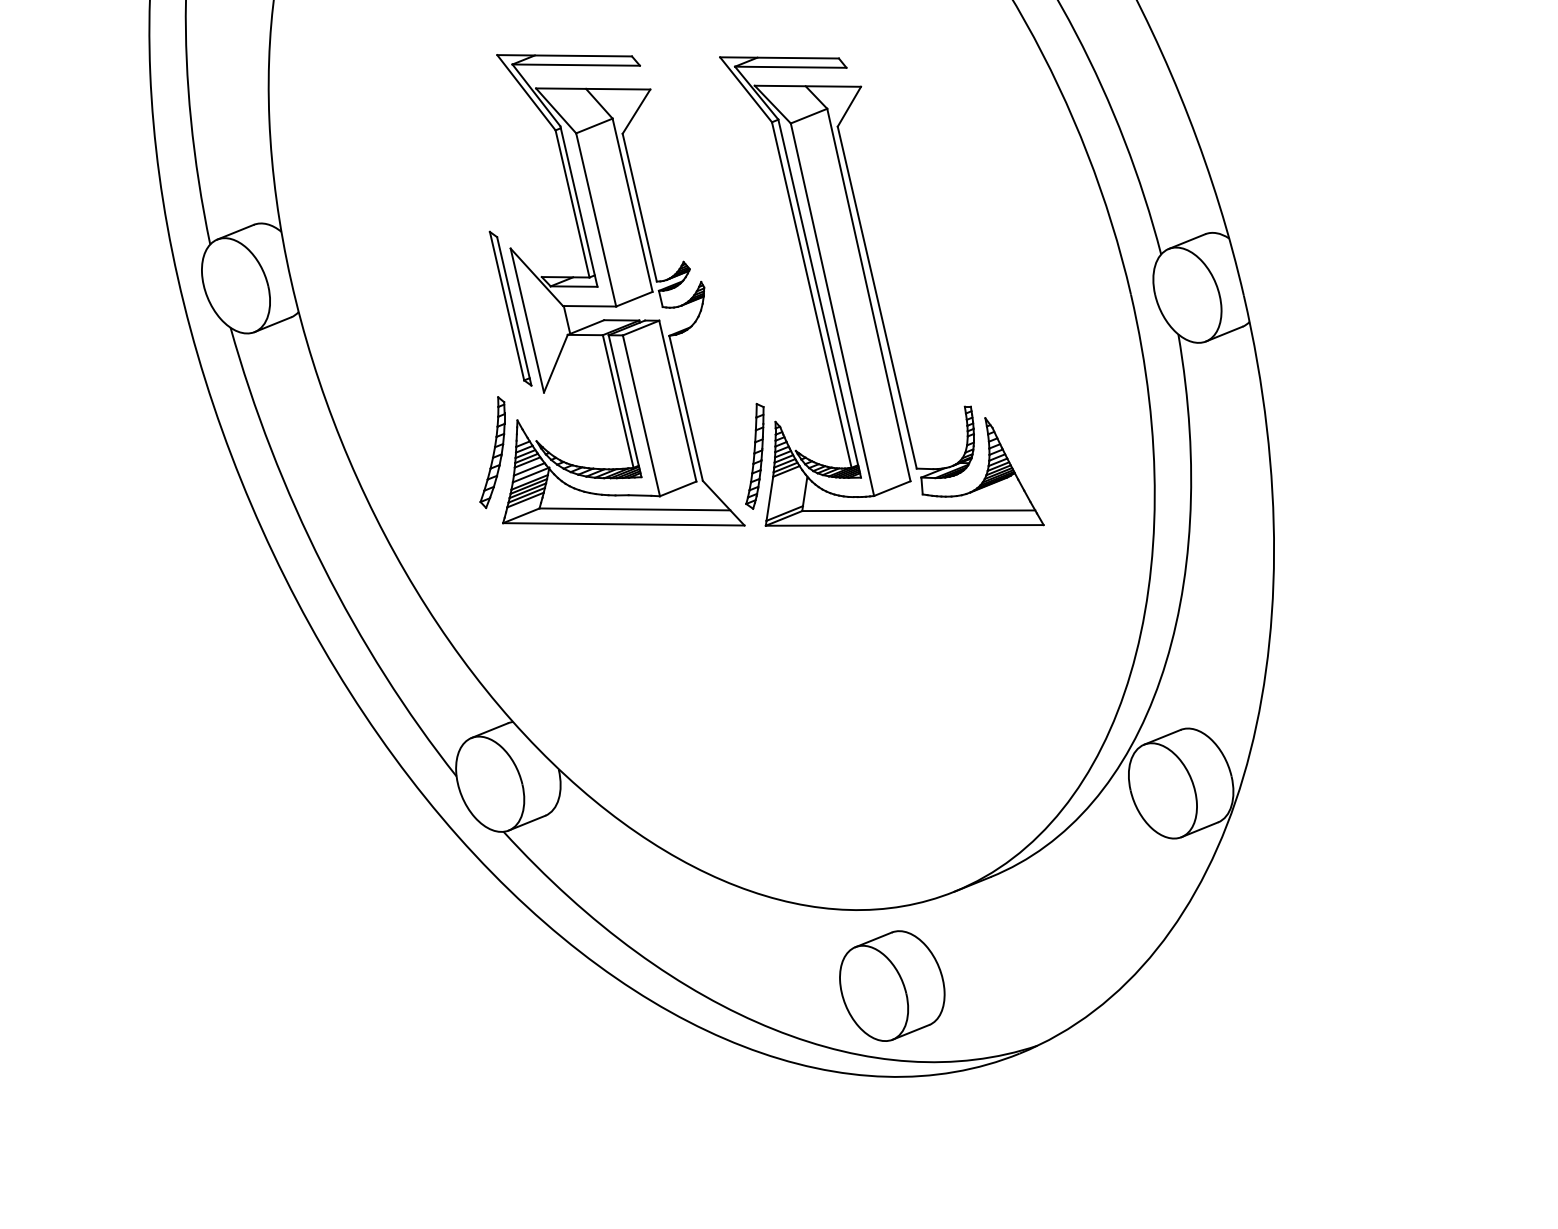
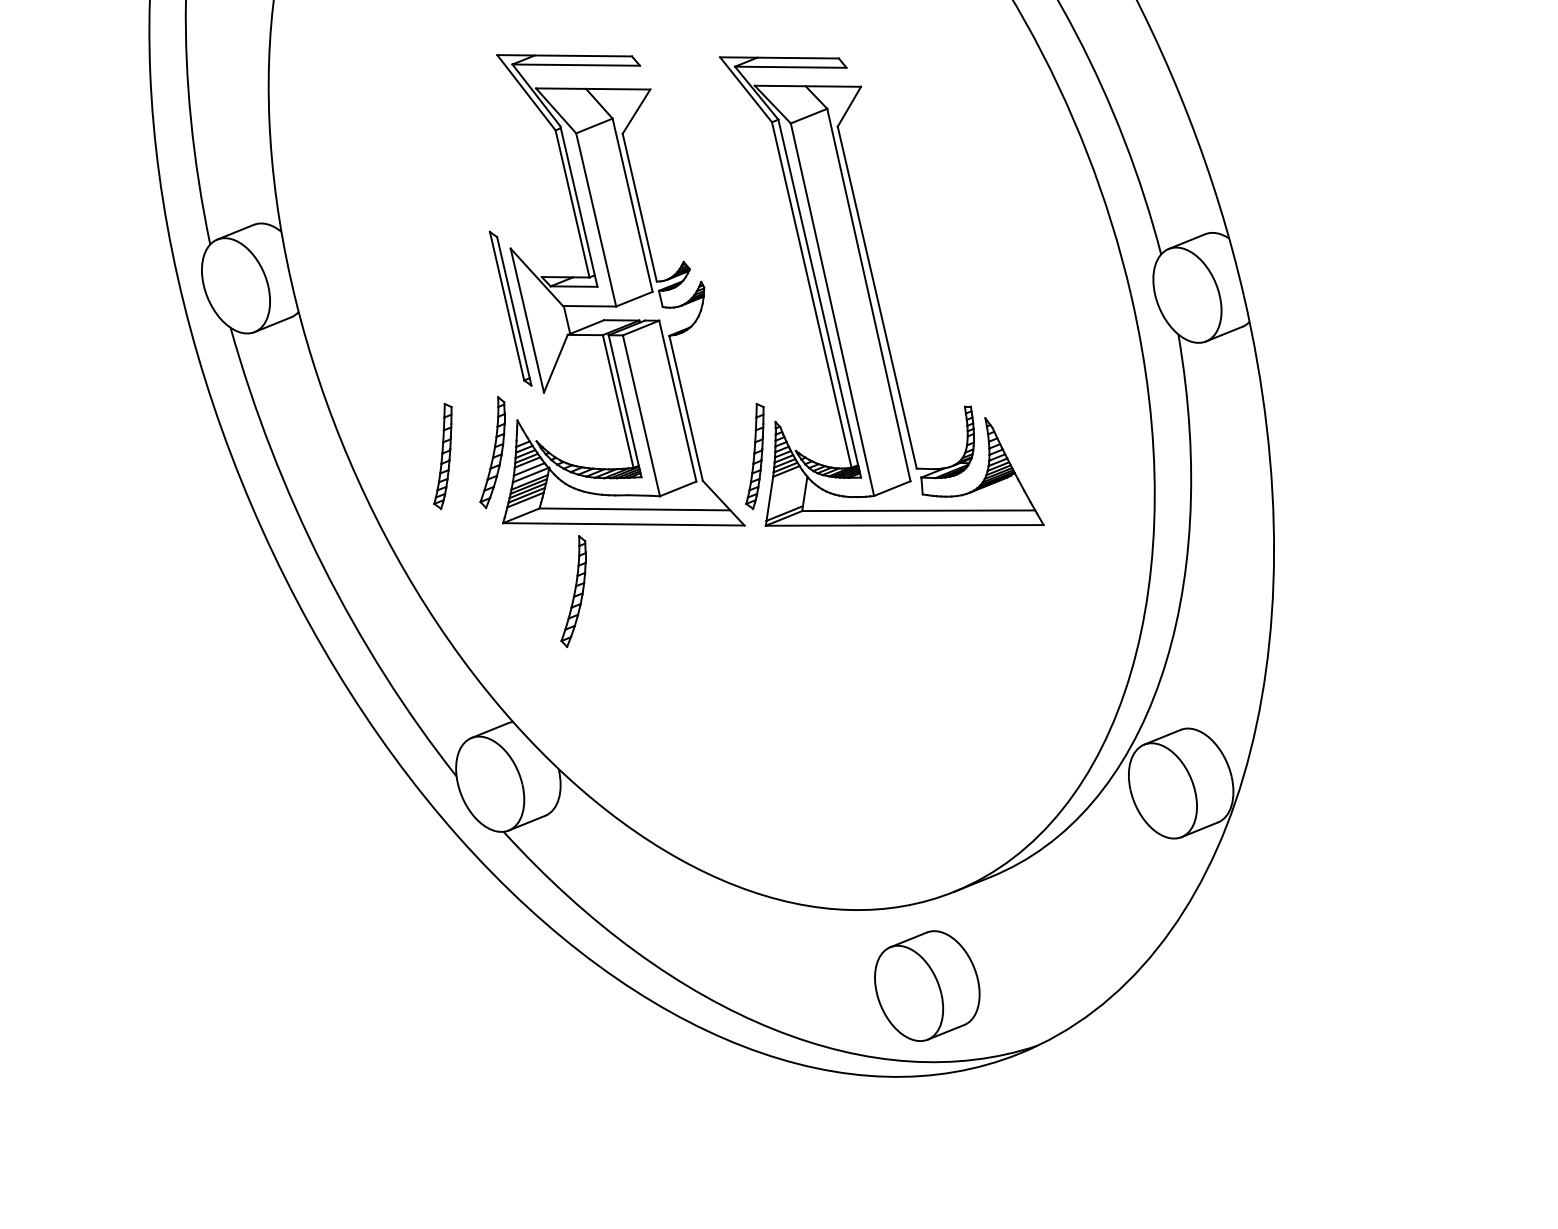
part at (442, 456): none -> present
part at (573, 591): none -> present
part at (892, 985) position: (892, 985) -> (927, 985)
